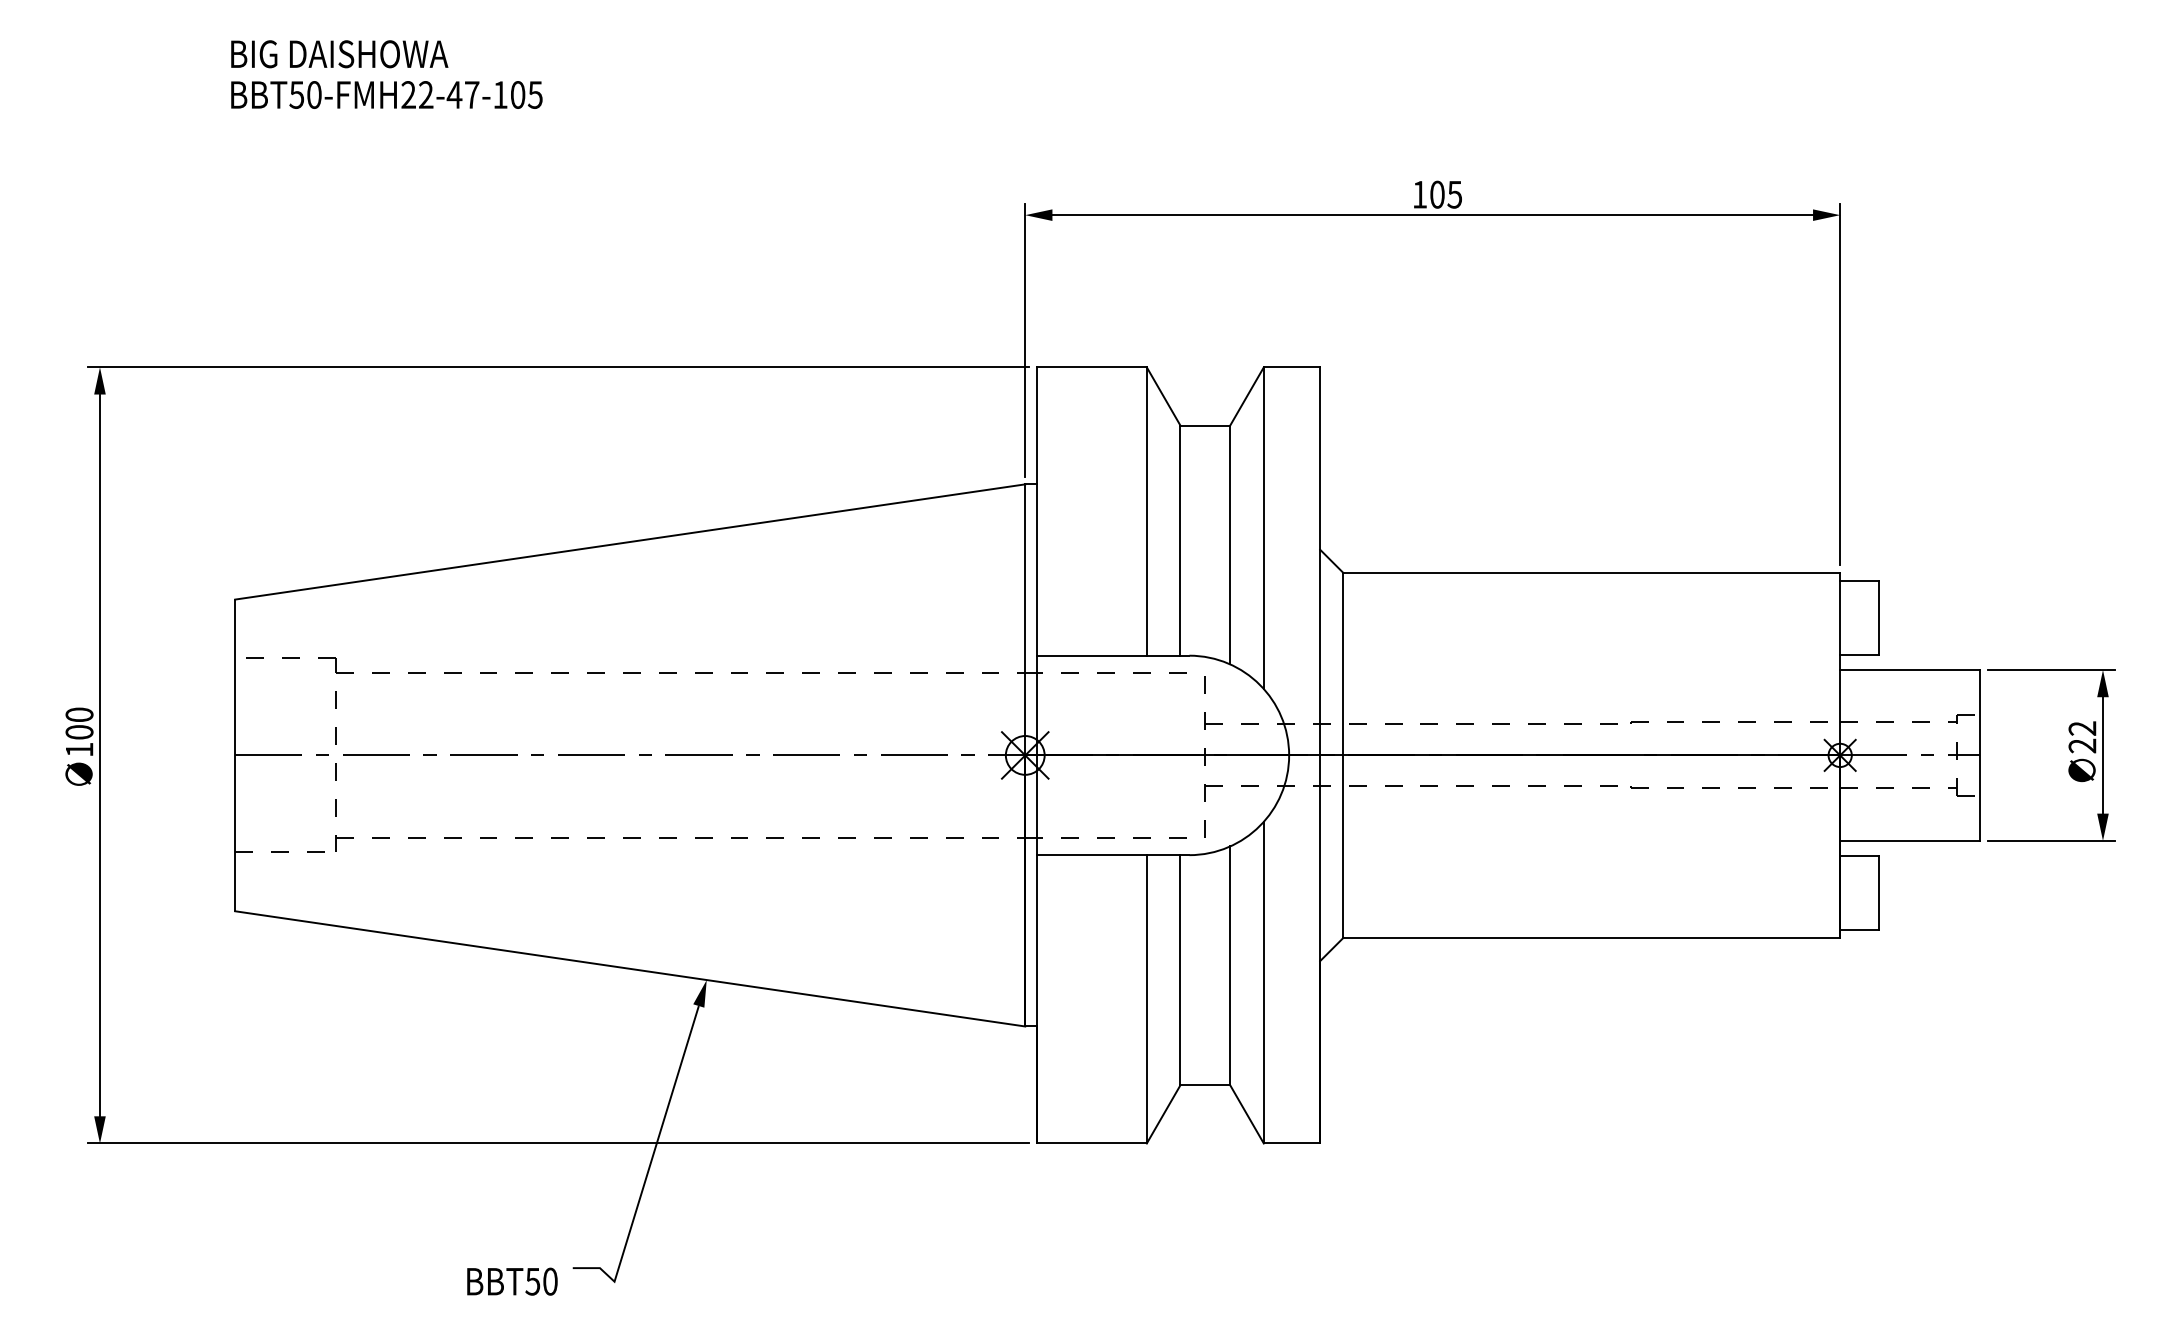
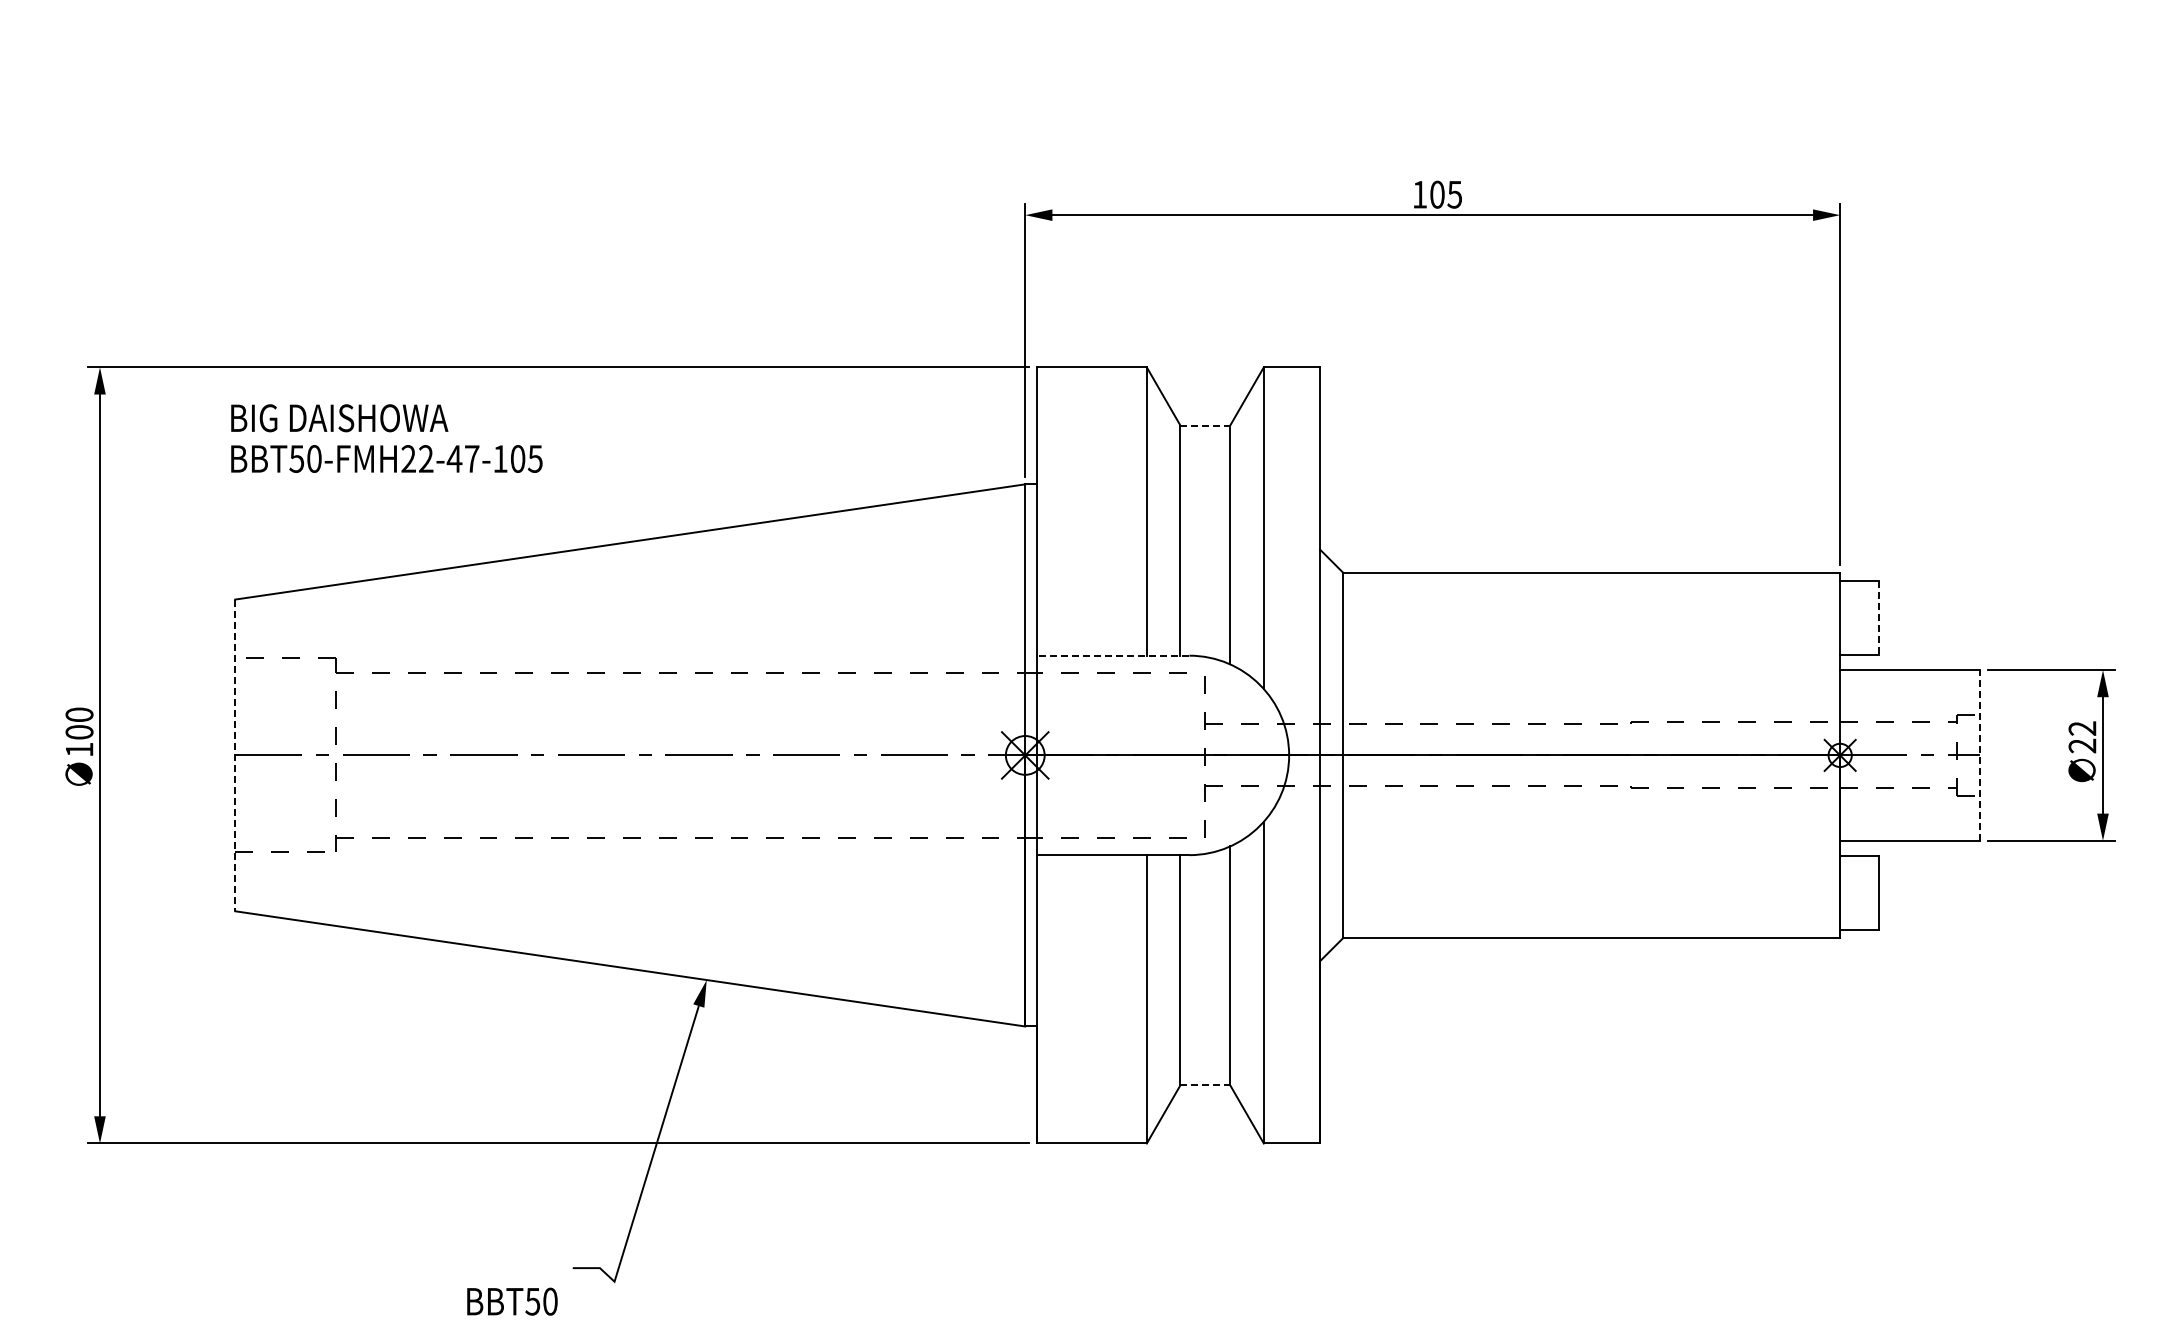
text at (386, 74) position: (386, 74) -> (386, 438)
line at (1205, 425): solid -> dashed
line at (1879, 617): solid -> dashed
line at (1112, 655): solid -> dashed
line at (1979, 754): solid -> dashed
line at (235, 755): solid -> dashed
line at (1205, 1085): solid -> dashed
text at (512, 1281) position: (512, 1281) -> (512, 1301)
